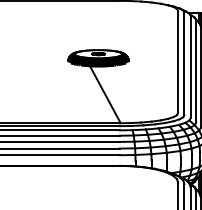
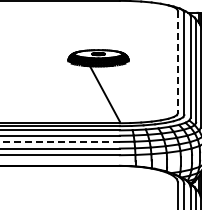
line at (177, 62): solid -> dashed
line at (59, 141): solid -> dashed
